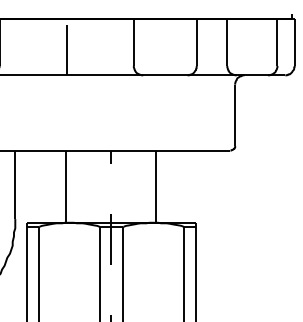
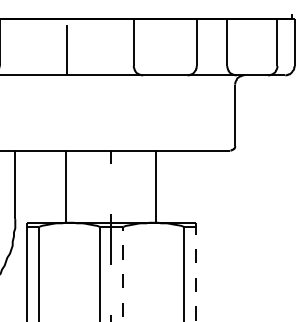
line at (196, 271): solid -> dashed
line at (123, 273): solid -> dashed
